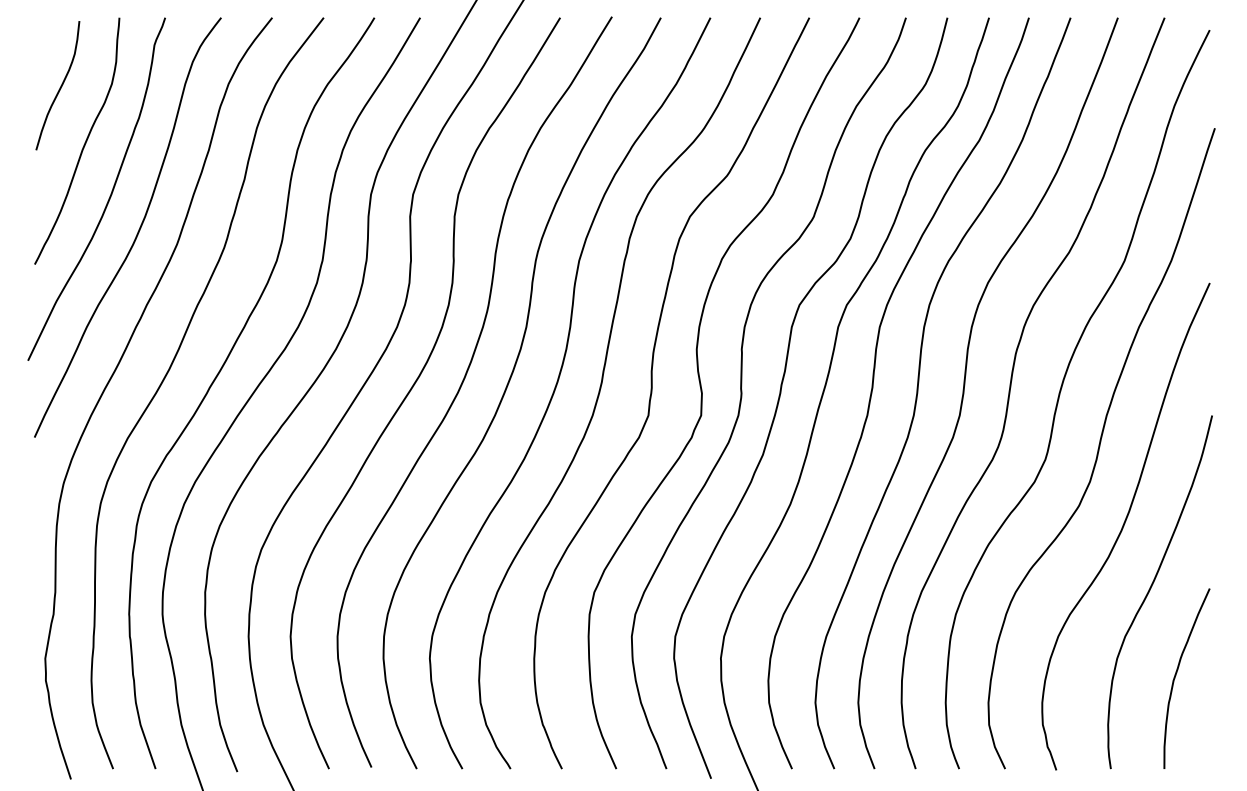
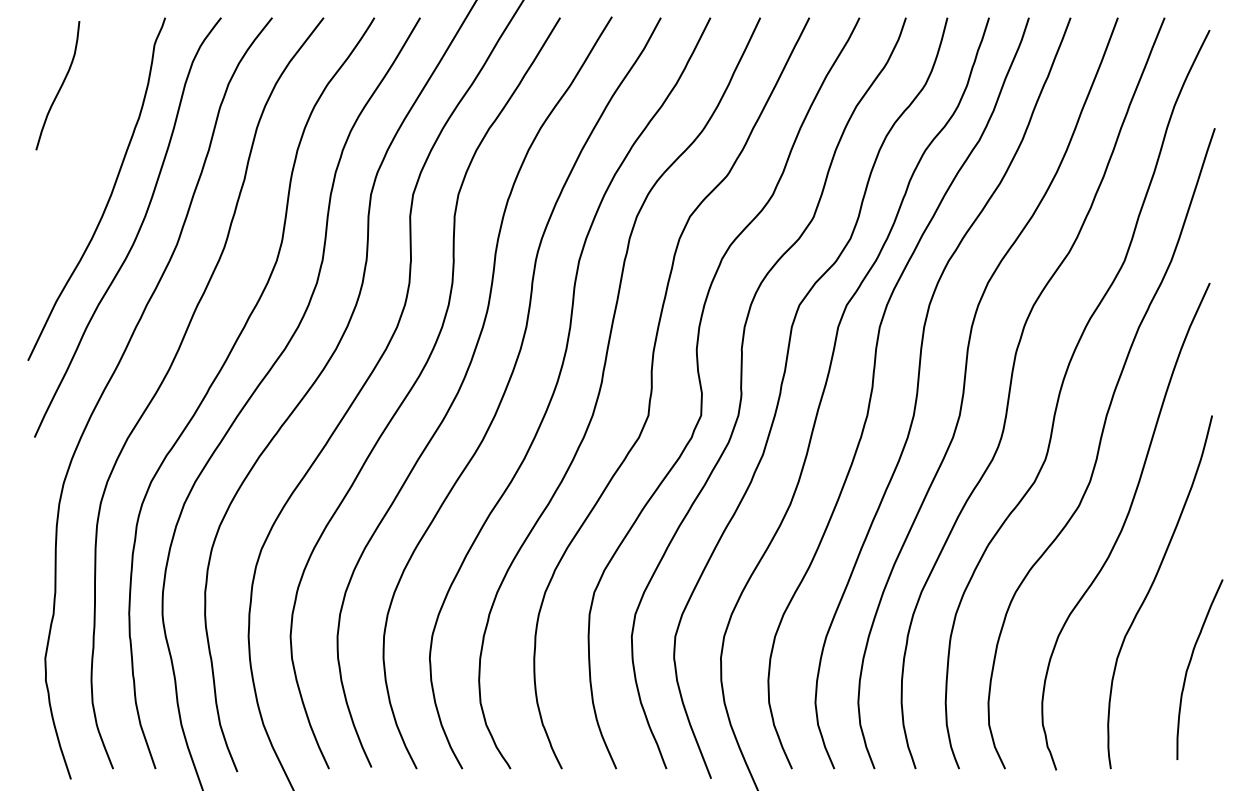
curve at (83, 144): present -> none
curve at (1176, 675) position: (1176, 675) -> (1189, 666)
